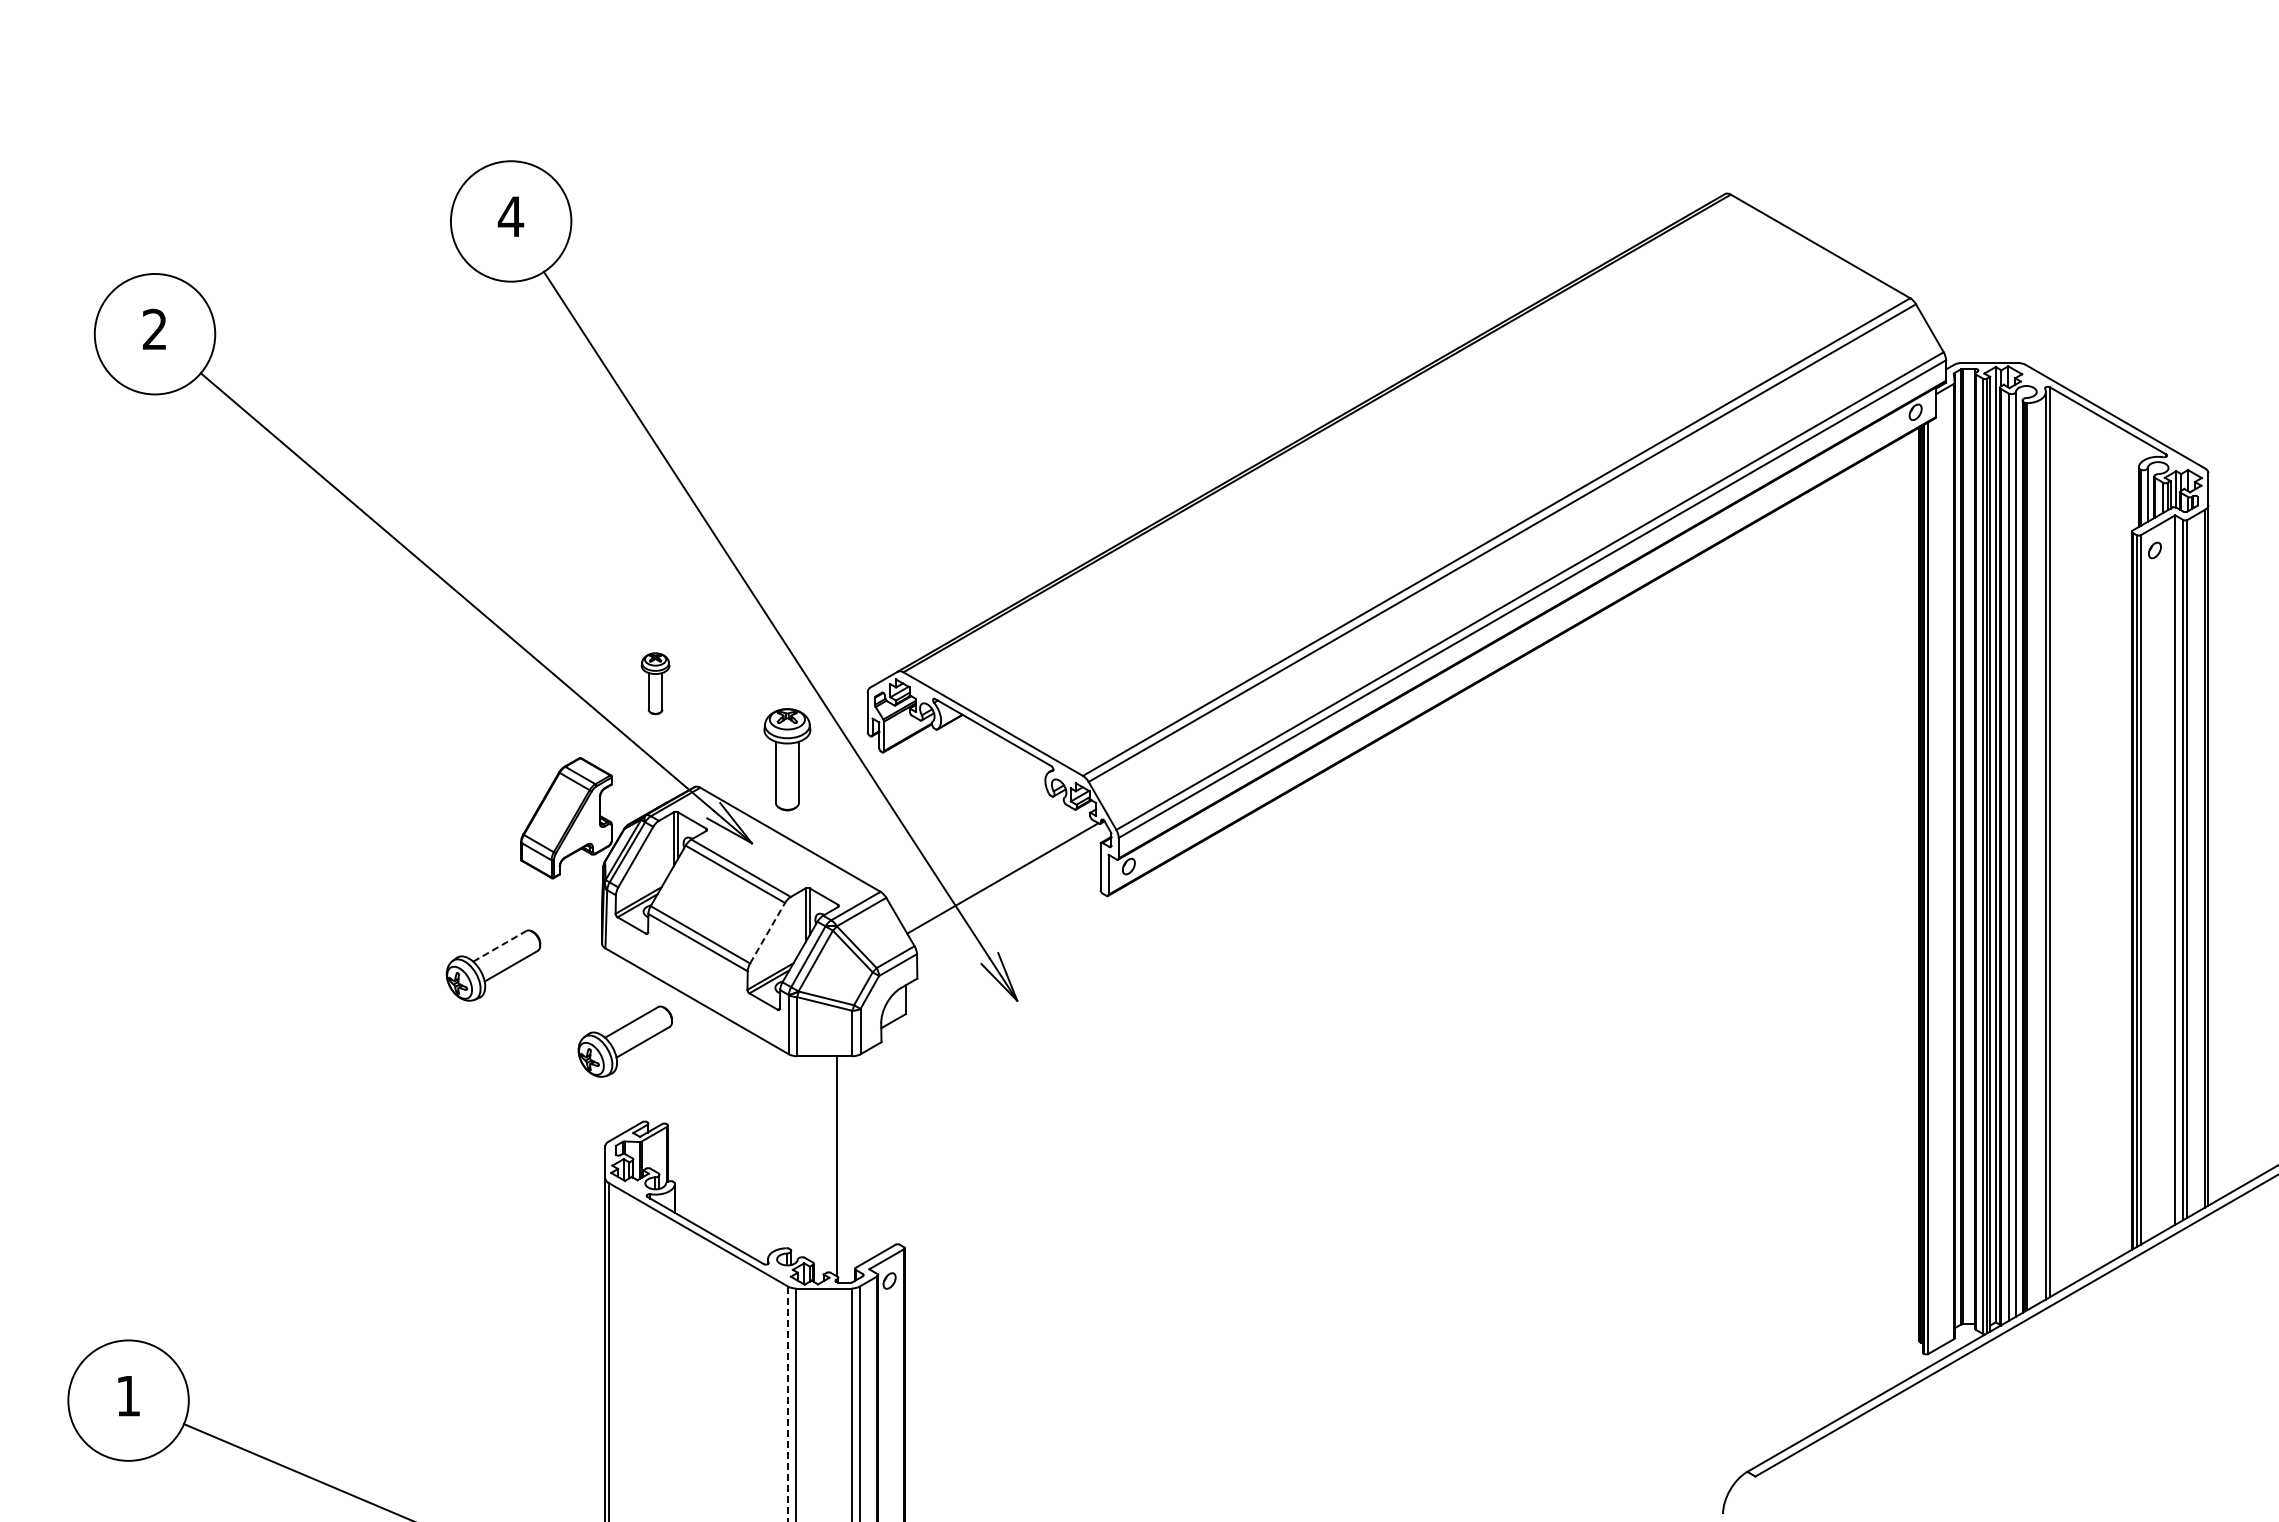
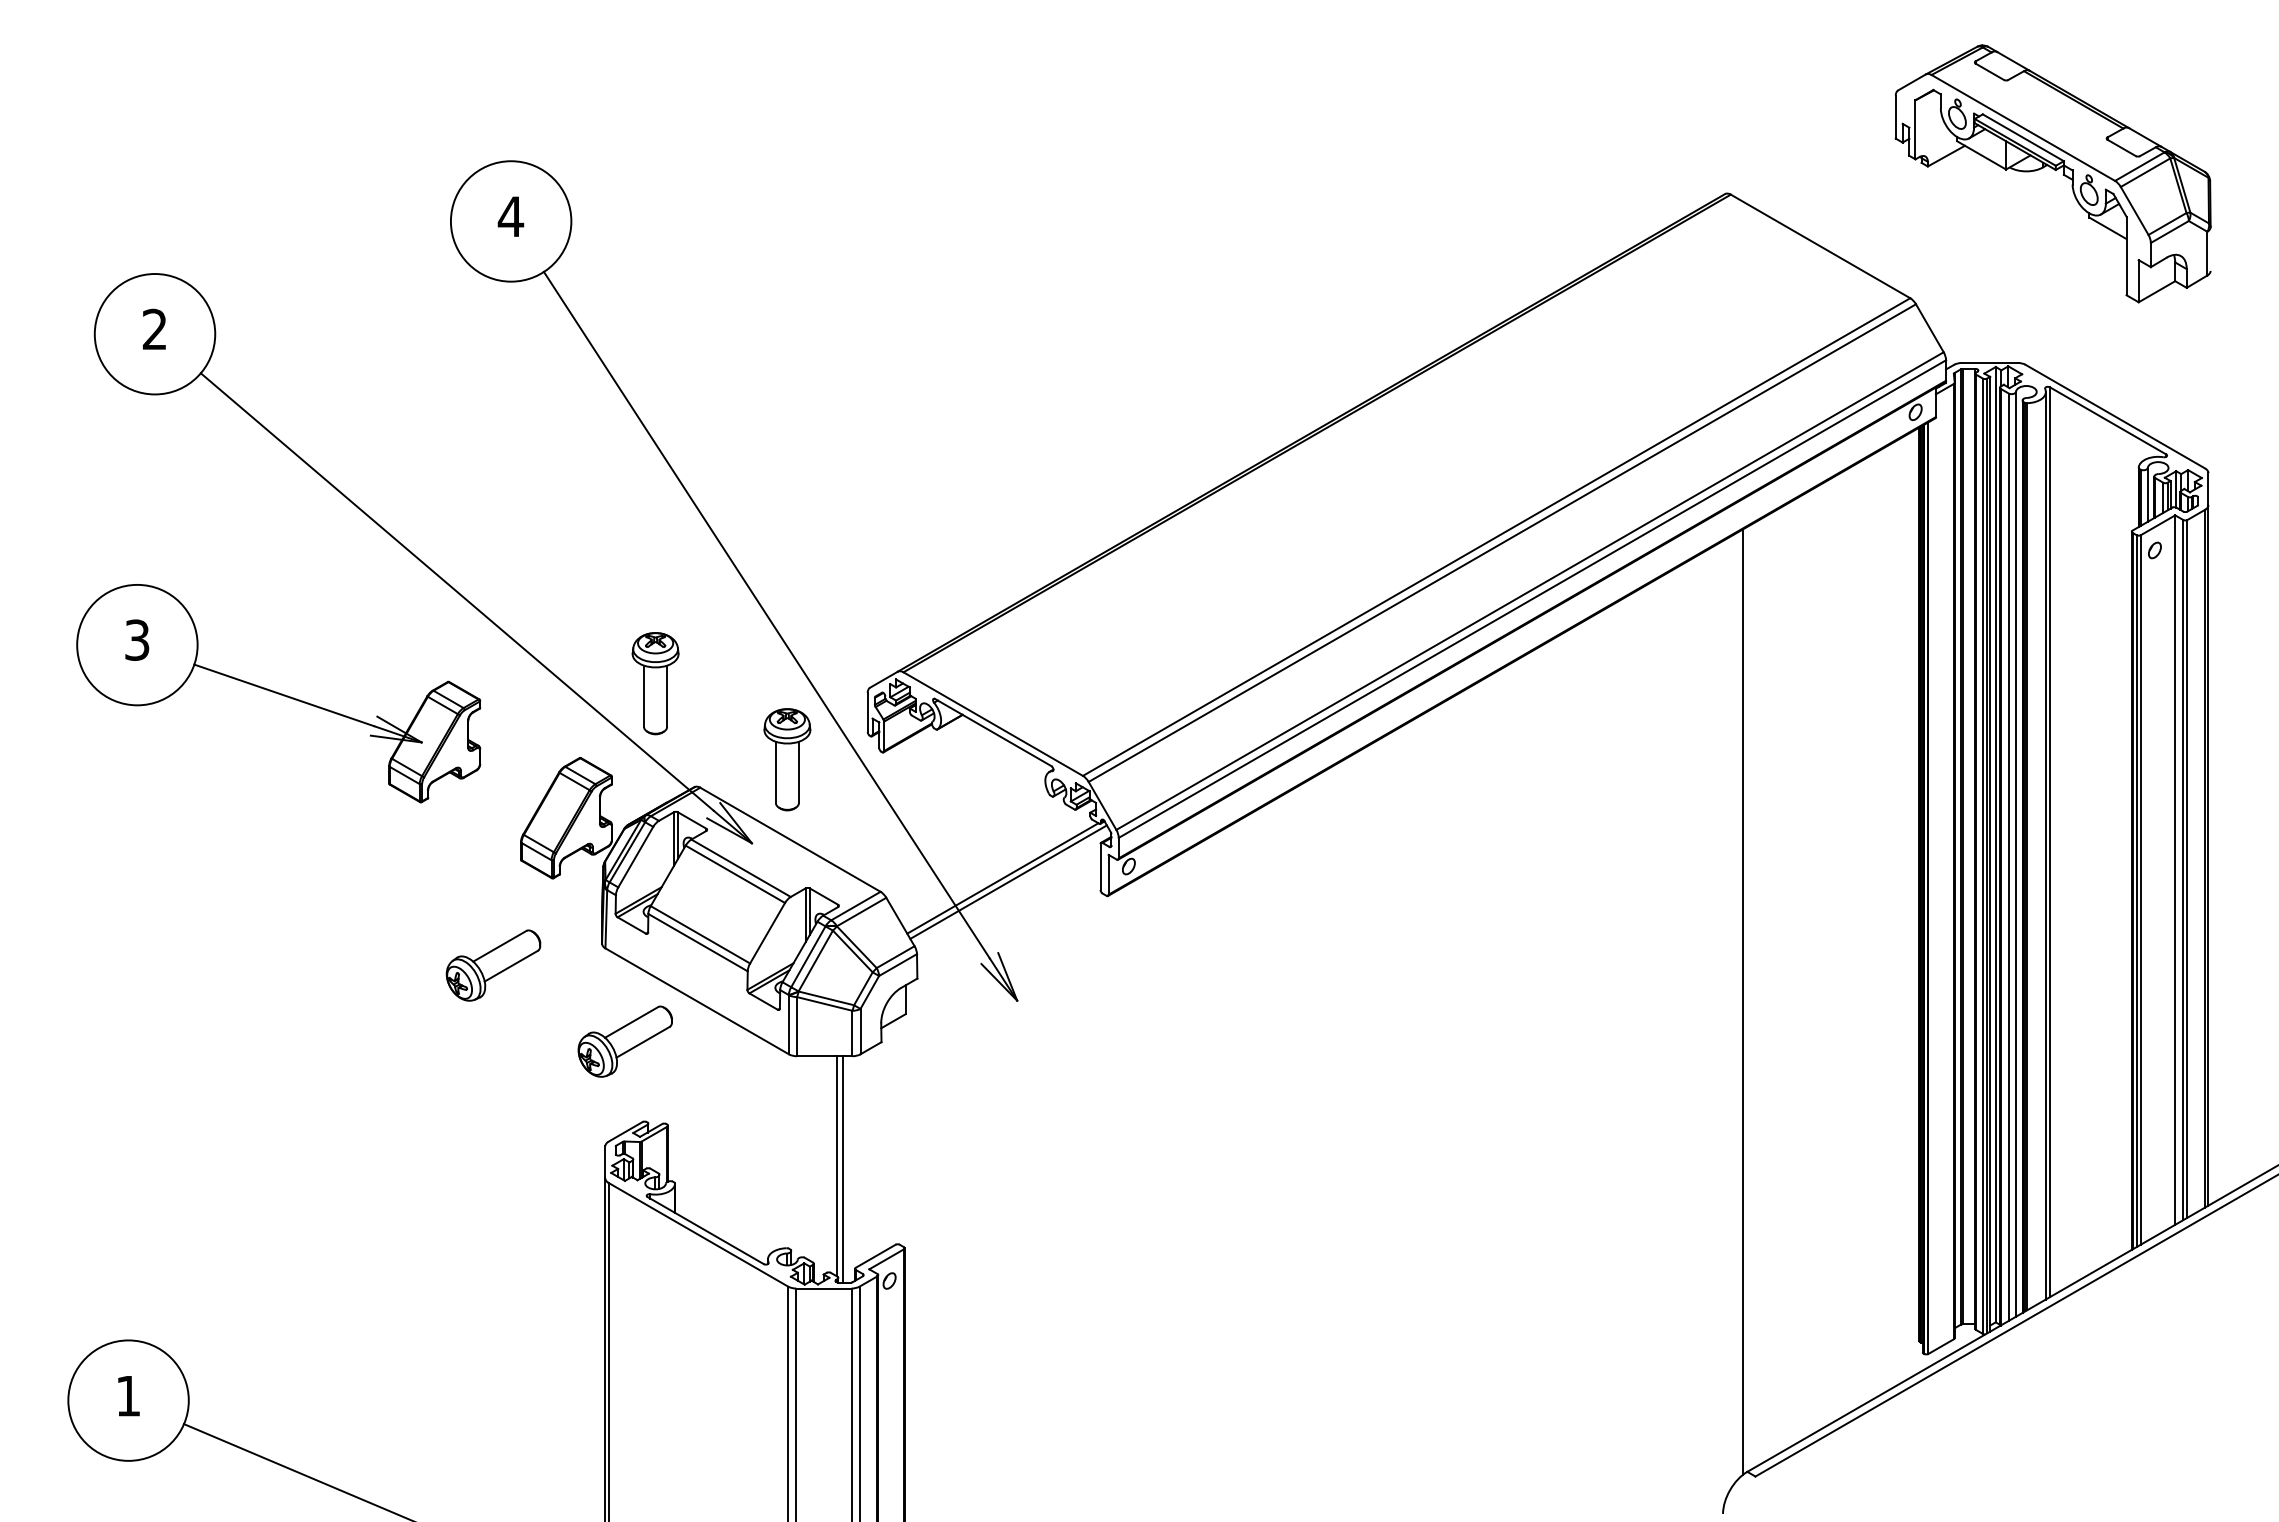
part at (2052, 173): none -> present
part at (655, 683) size: 31x64 px -> 49x104 px
part at (278, 693): none -> present
line at (1008, 881): none -> present
line at (767, 933): dashed -> solid
line at (499, 946): dashed -> solid
line at (1742, 1001): none -> present
line at (842, 1169): none -> present
line at (788, 1404): dashed -> solid
